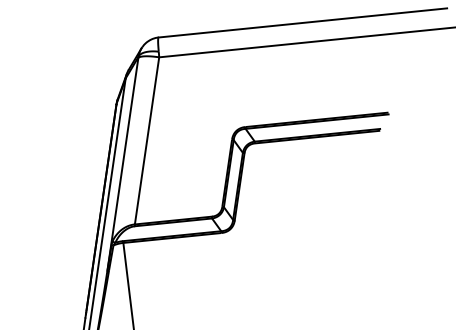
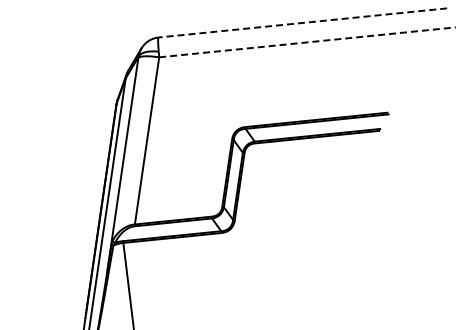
line at (302, 22): solid -> dashed
line at (308, 42): solid -> dashed
